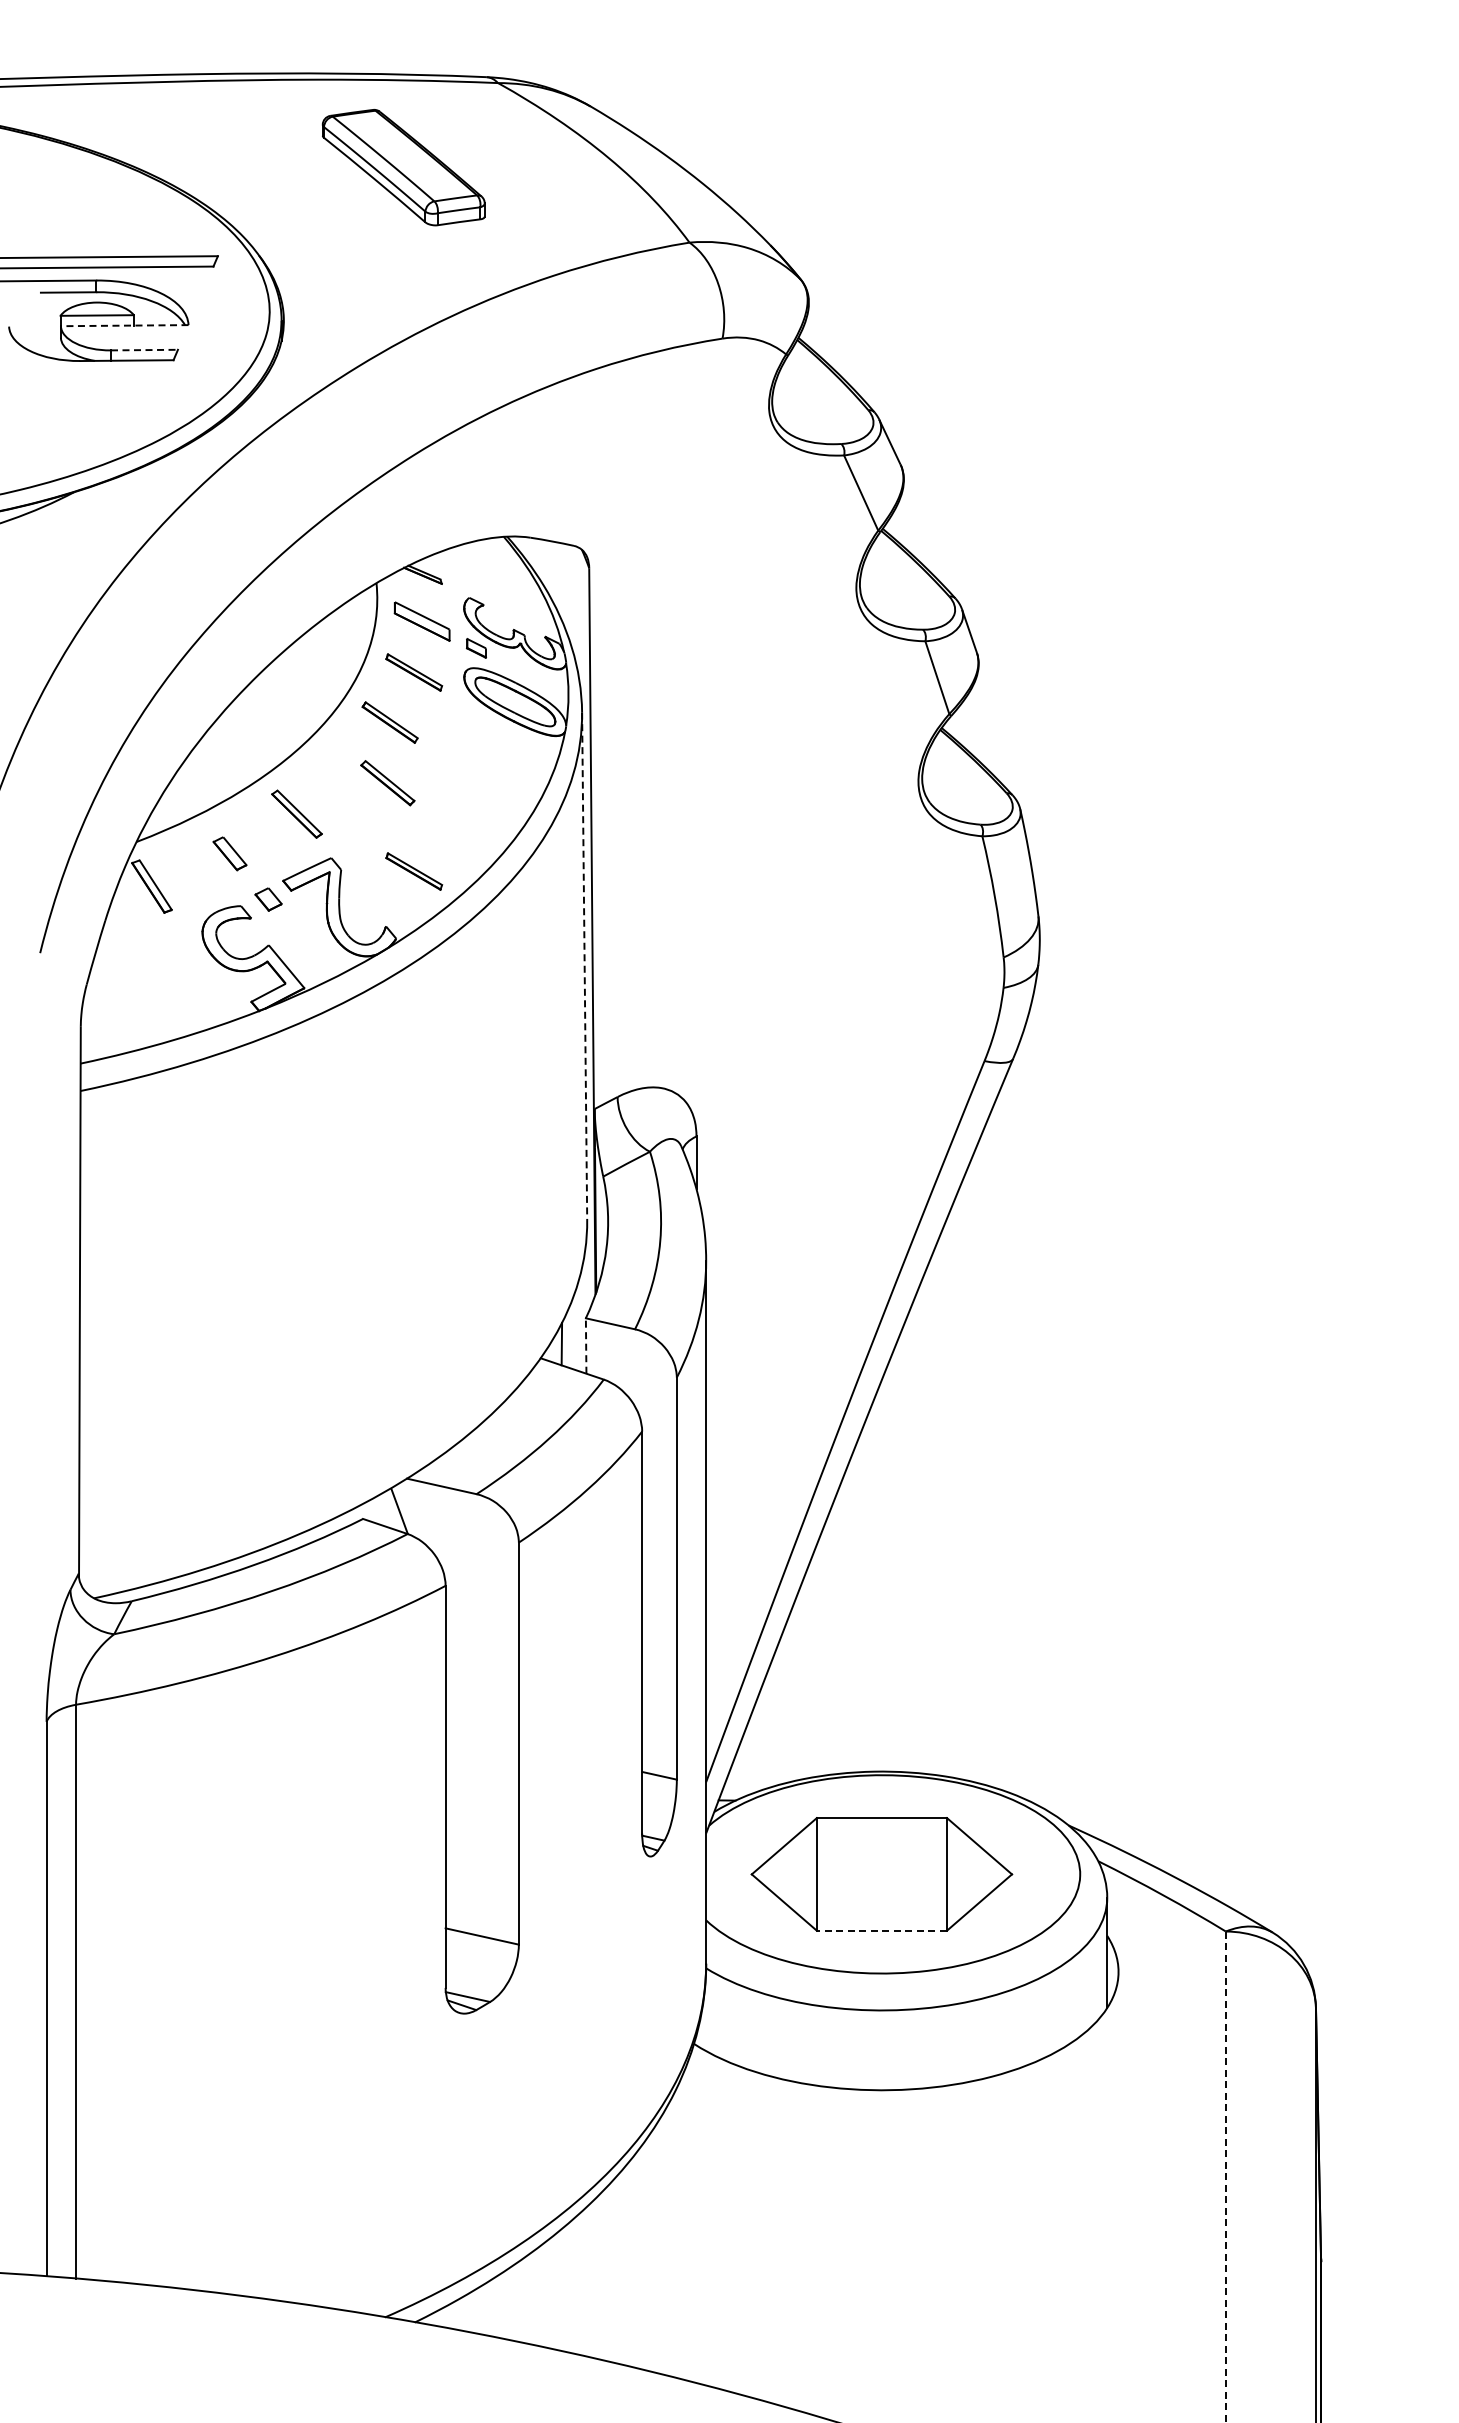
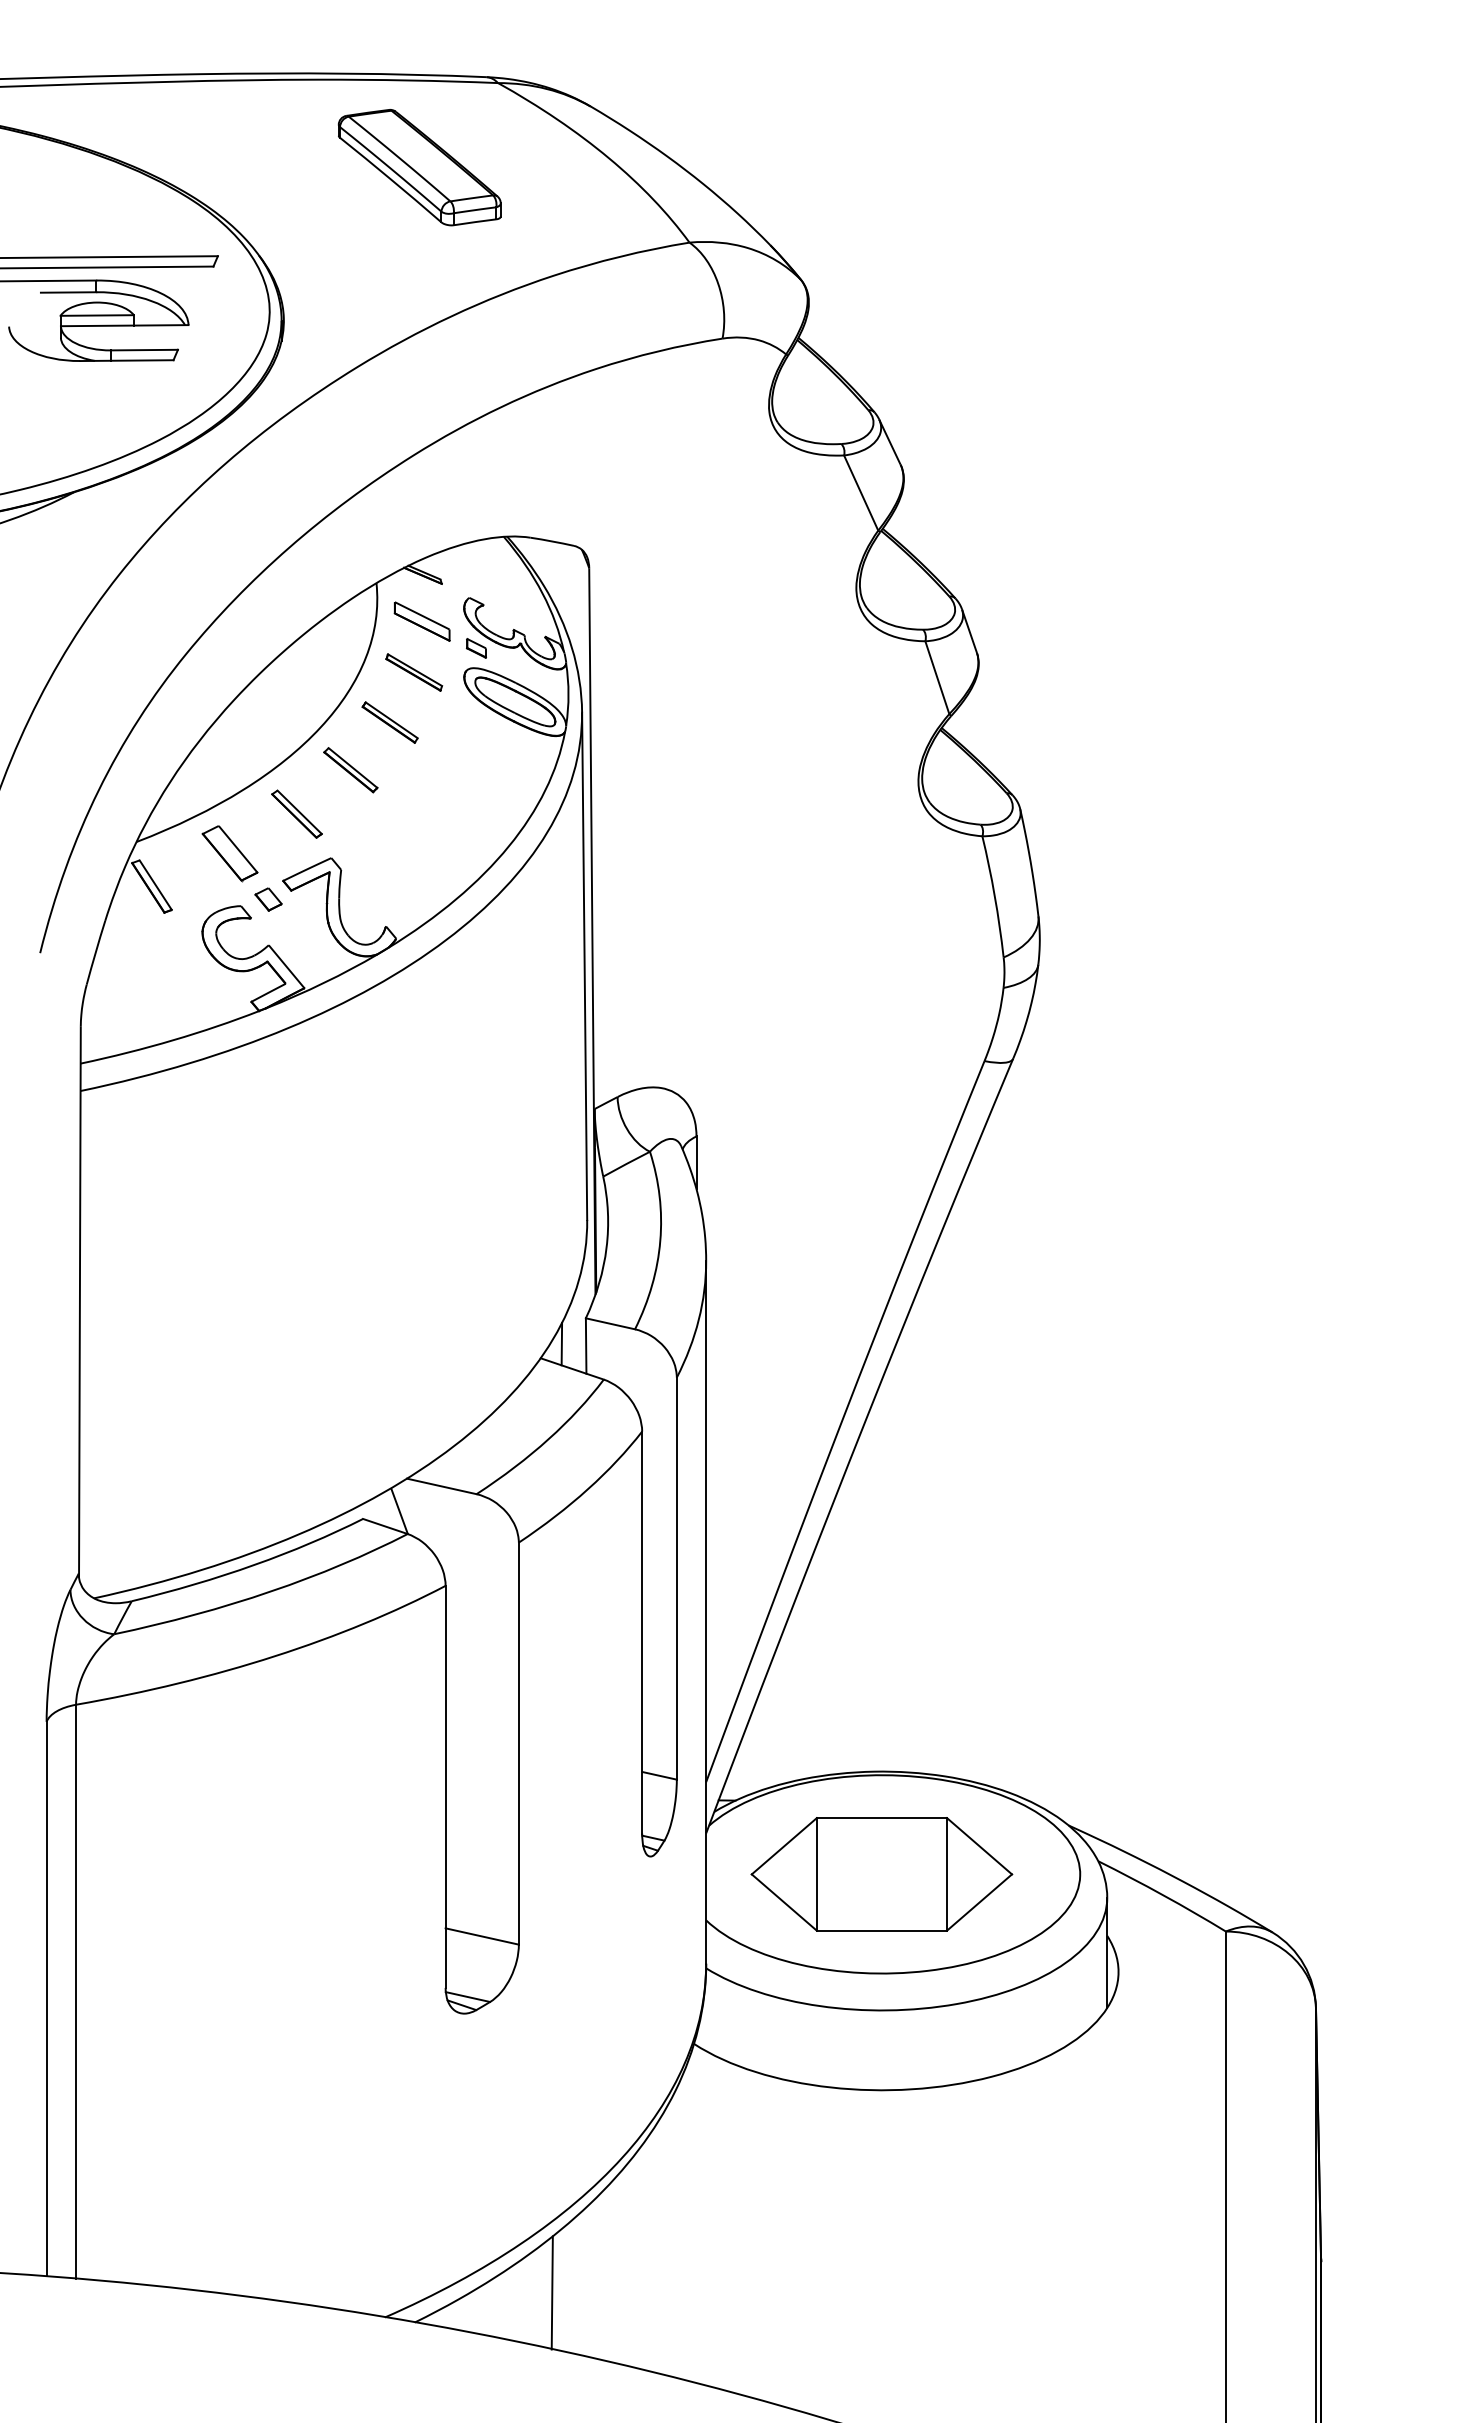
part at (403, 167) position: (403, 167) -> (419, 167)
line at (124, 325): dashed -> solid
line at (144, 350): dashed -> solid
part at (387, 783) position: (387, 783) -> (350, 770)
part at (229, 853) size: 36x36 px -> 58x58 px
part at (414, 871): present -> none
line at (584, 966): dashed -> solid
line at (586, 1346): dashed -> solid
line at (881, 1930): dashed -> solid
line at (1225, 2177): dashed -> solid
line at (551, 2292): none -> present
